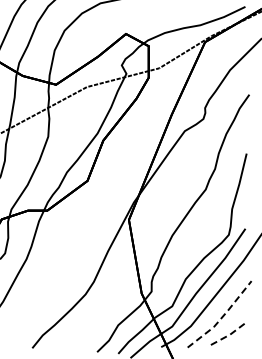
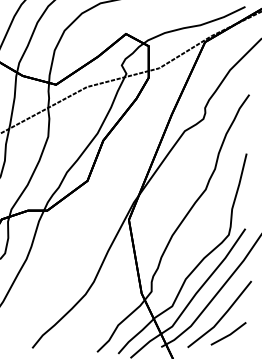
line at (222, 316): dashed -> solid
line at (230, 334): dashed -> solid
